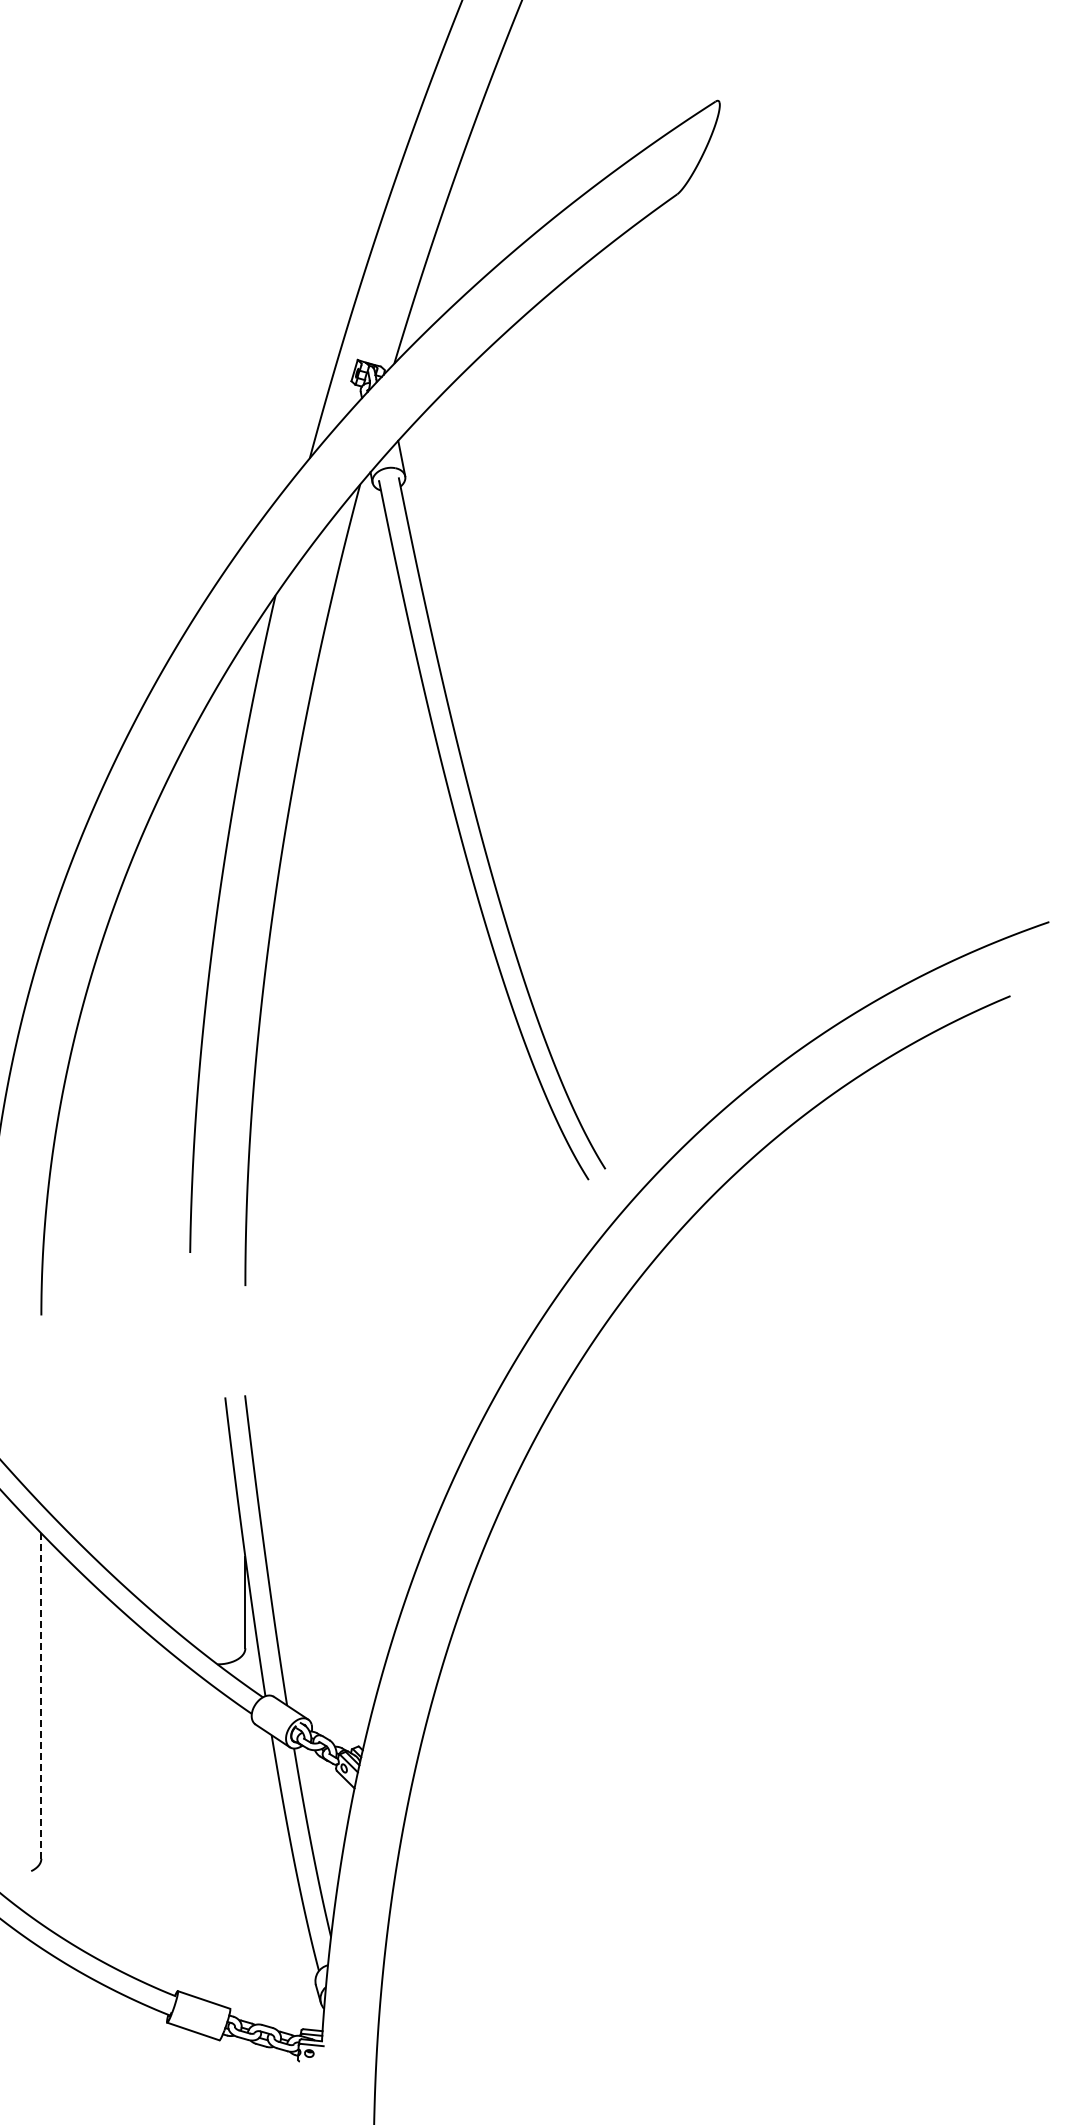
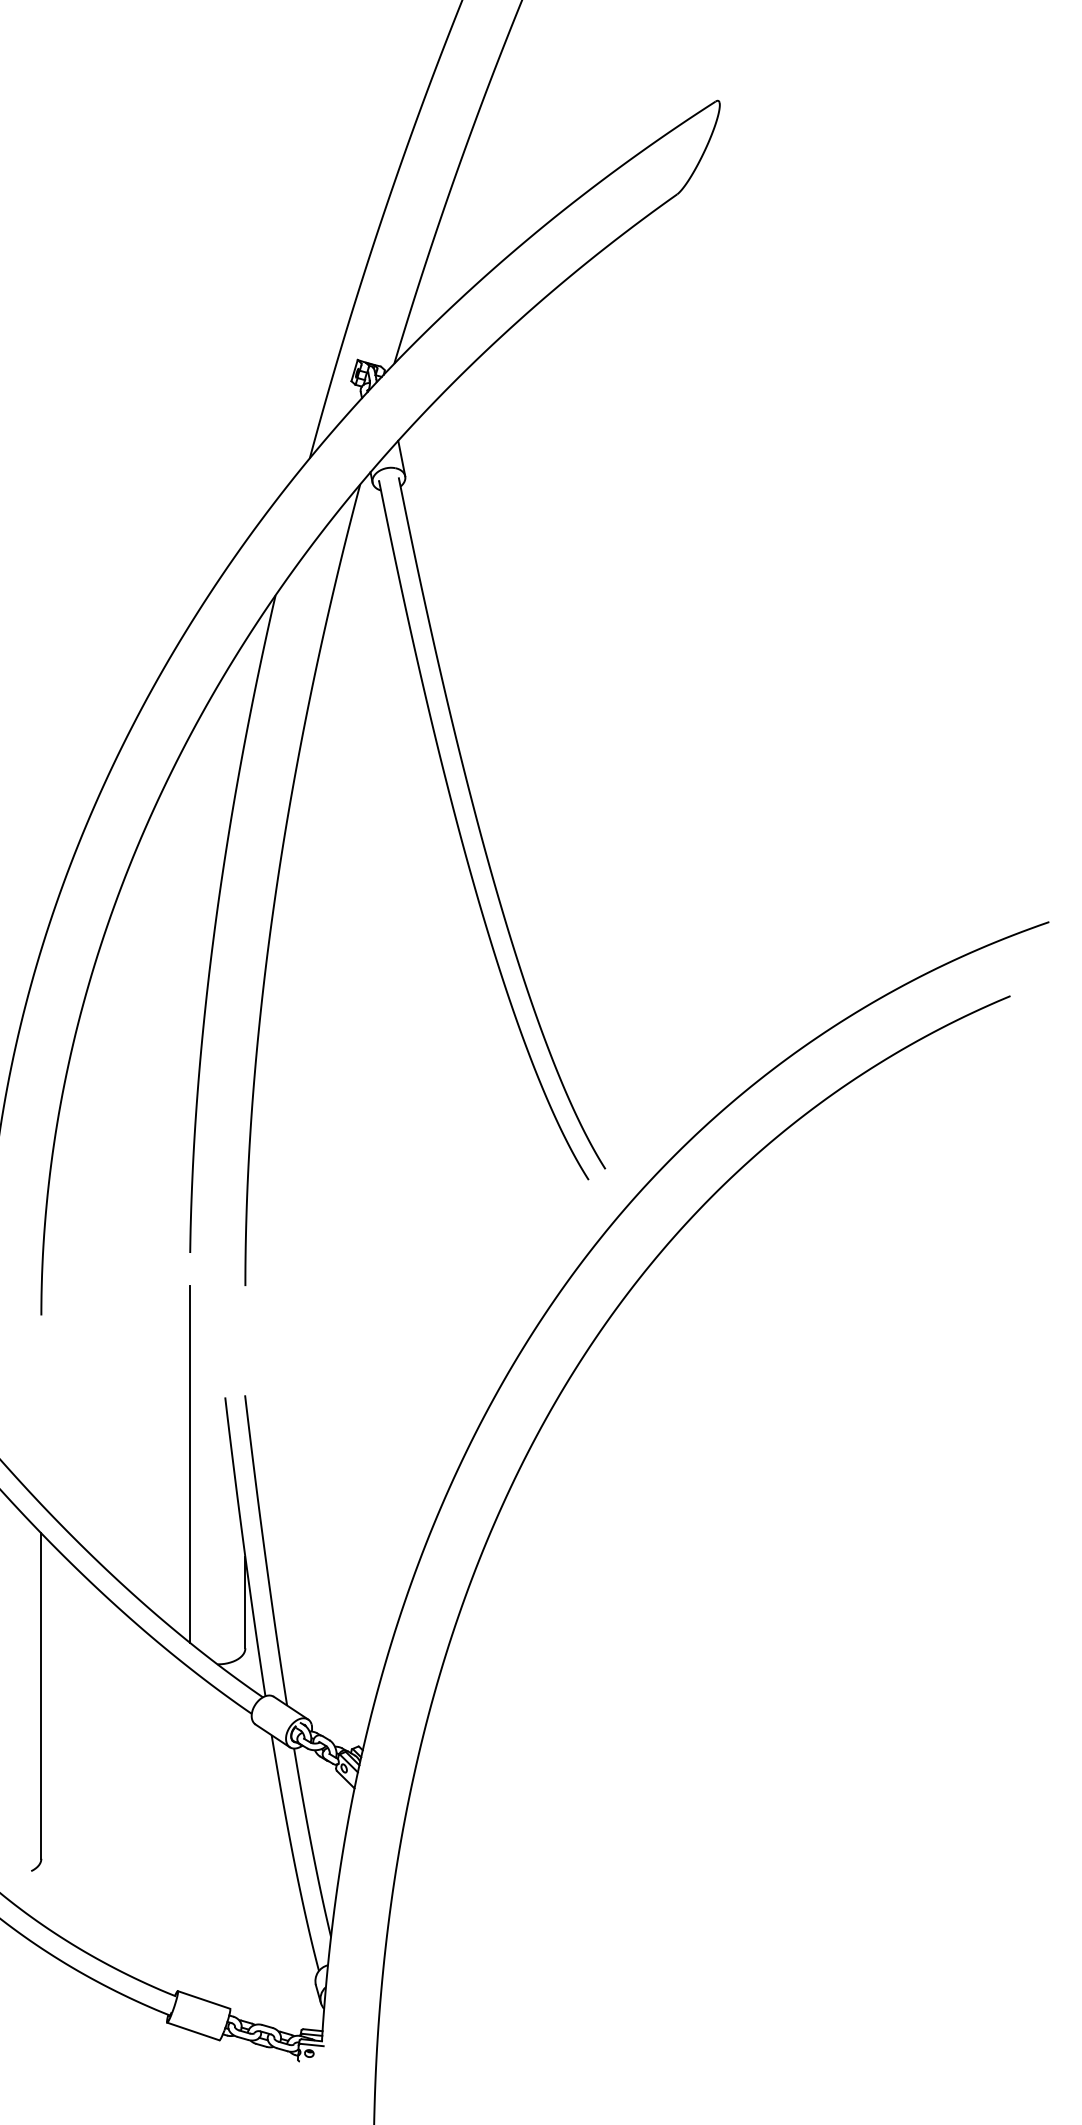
line at (189, 1464): none -> present
line at (41, 1696): dashed -> solid
